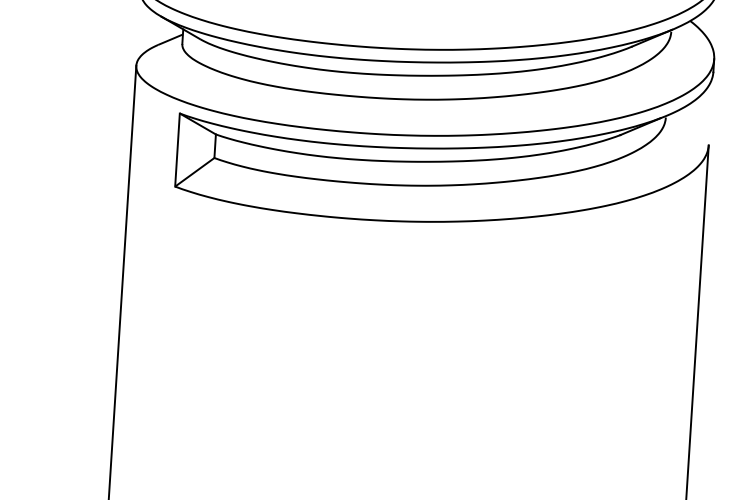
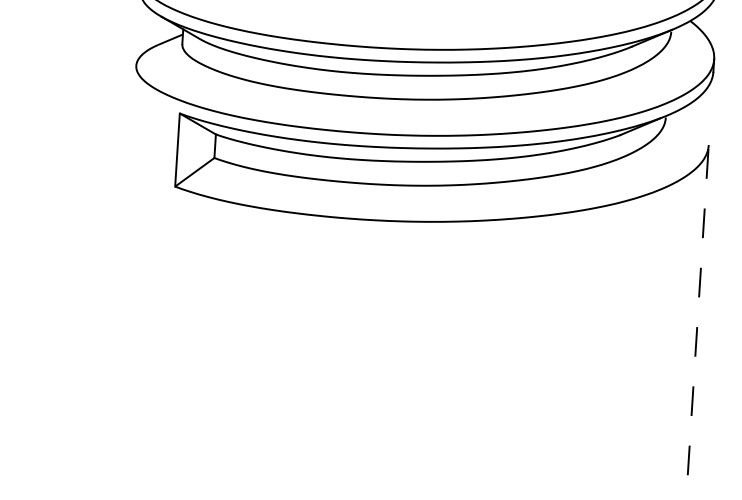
line at (122, 280): present -> none
line at (697, 321): solid -> dashed
